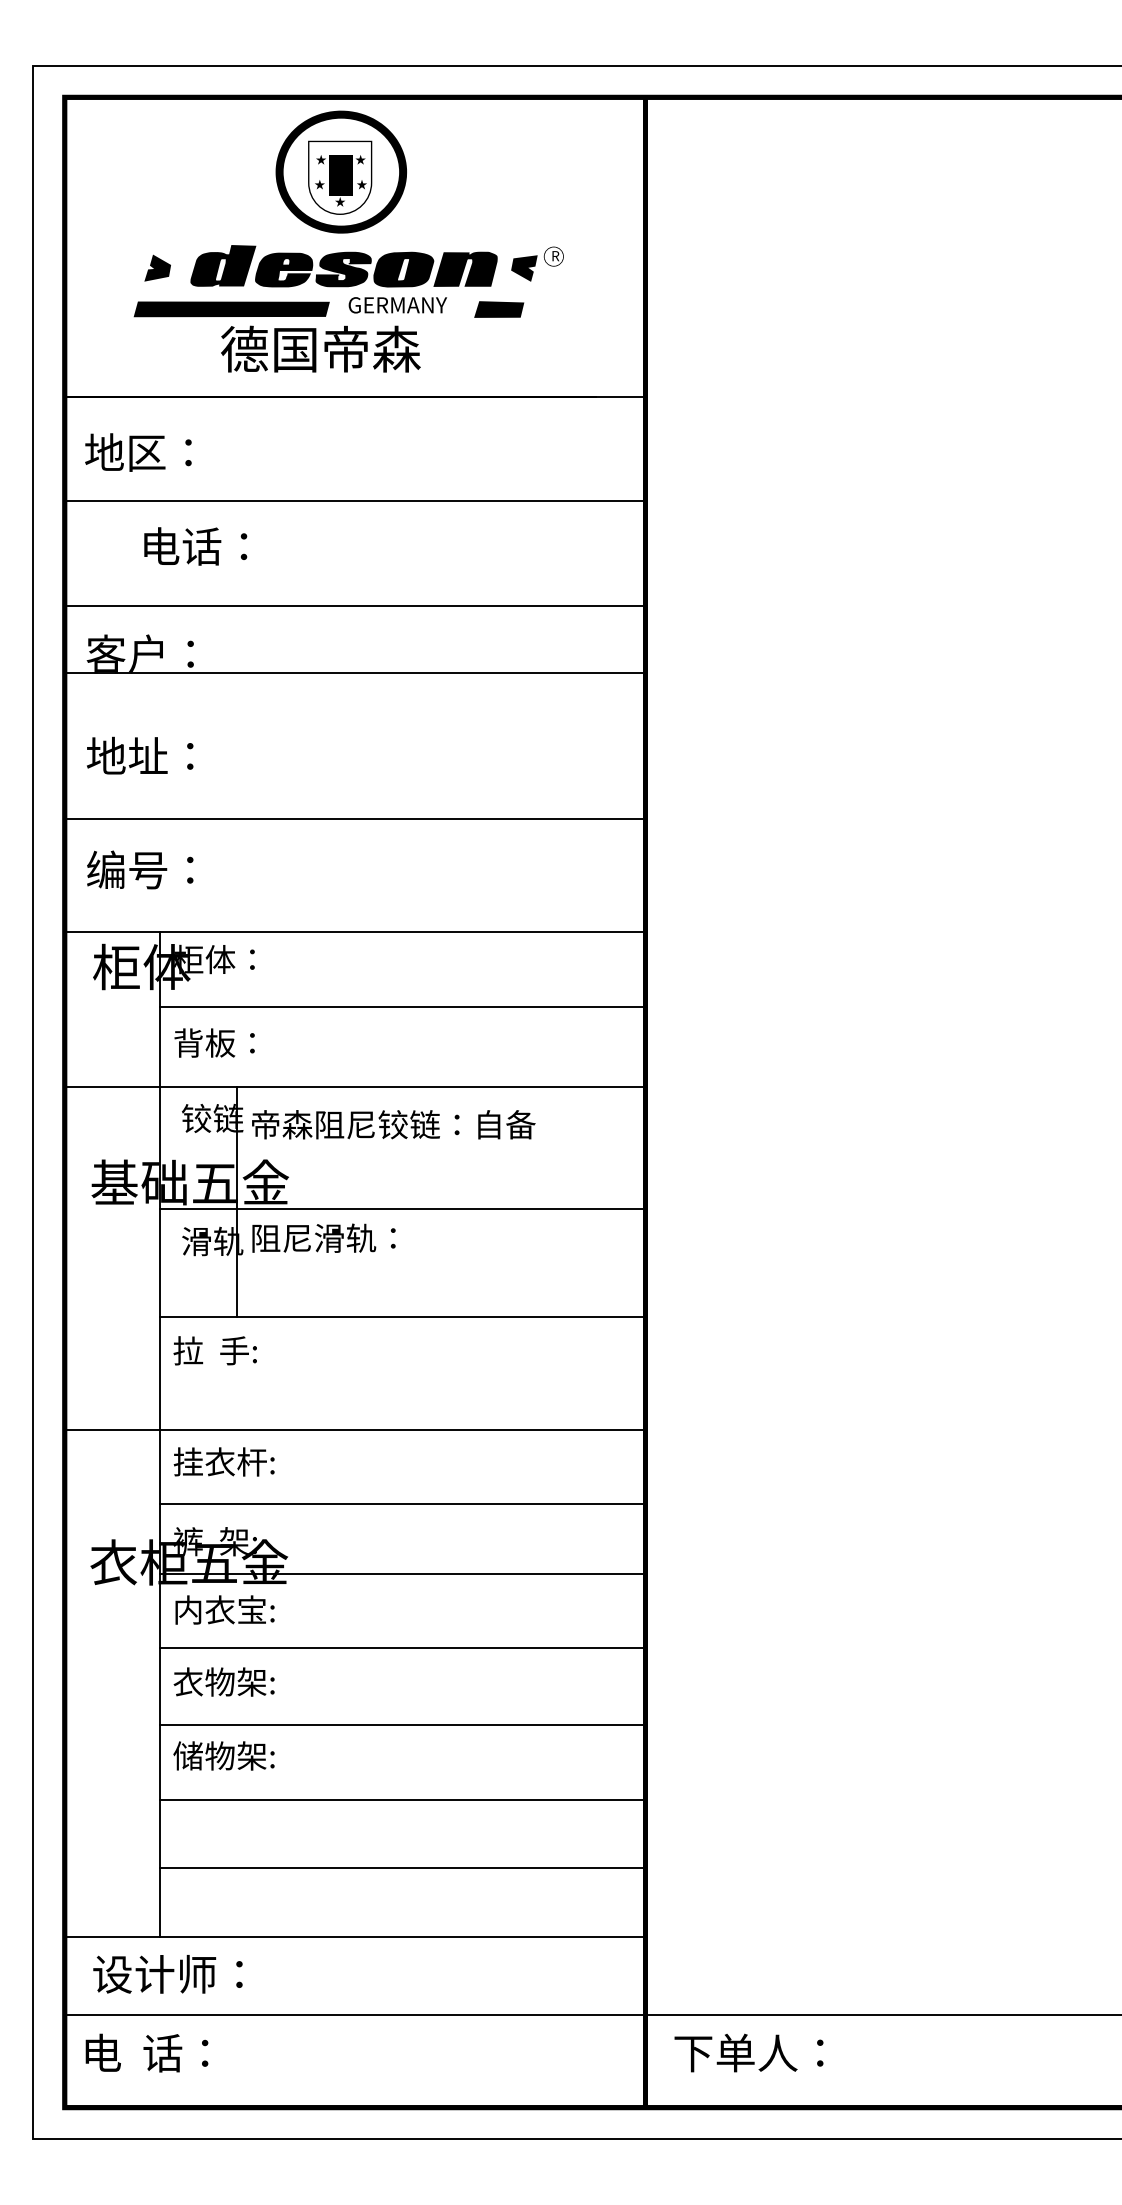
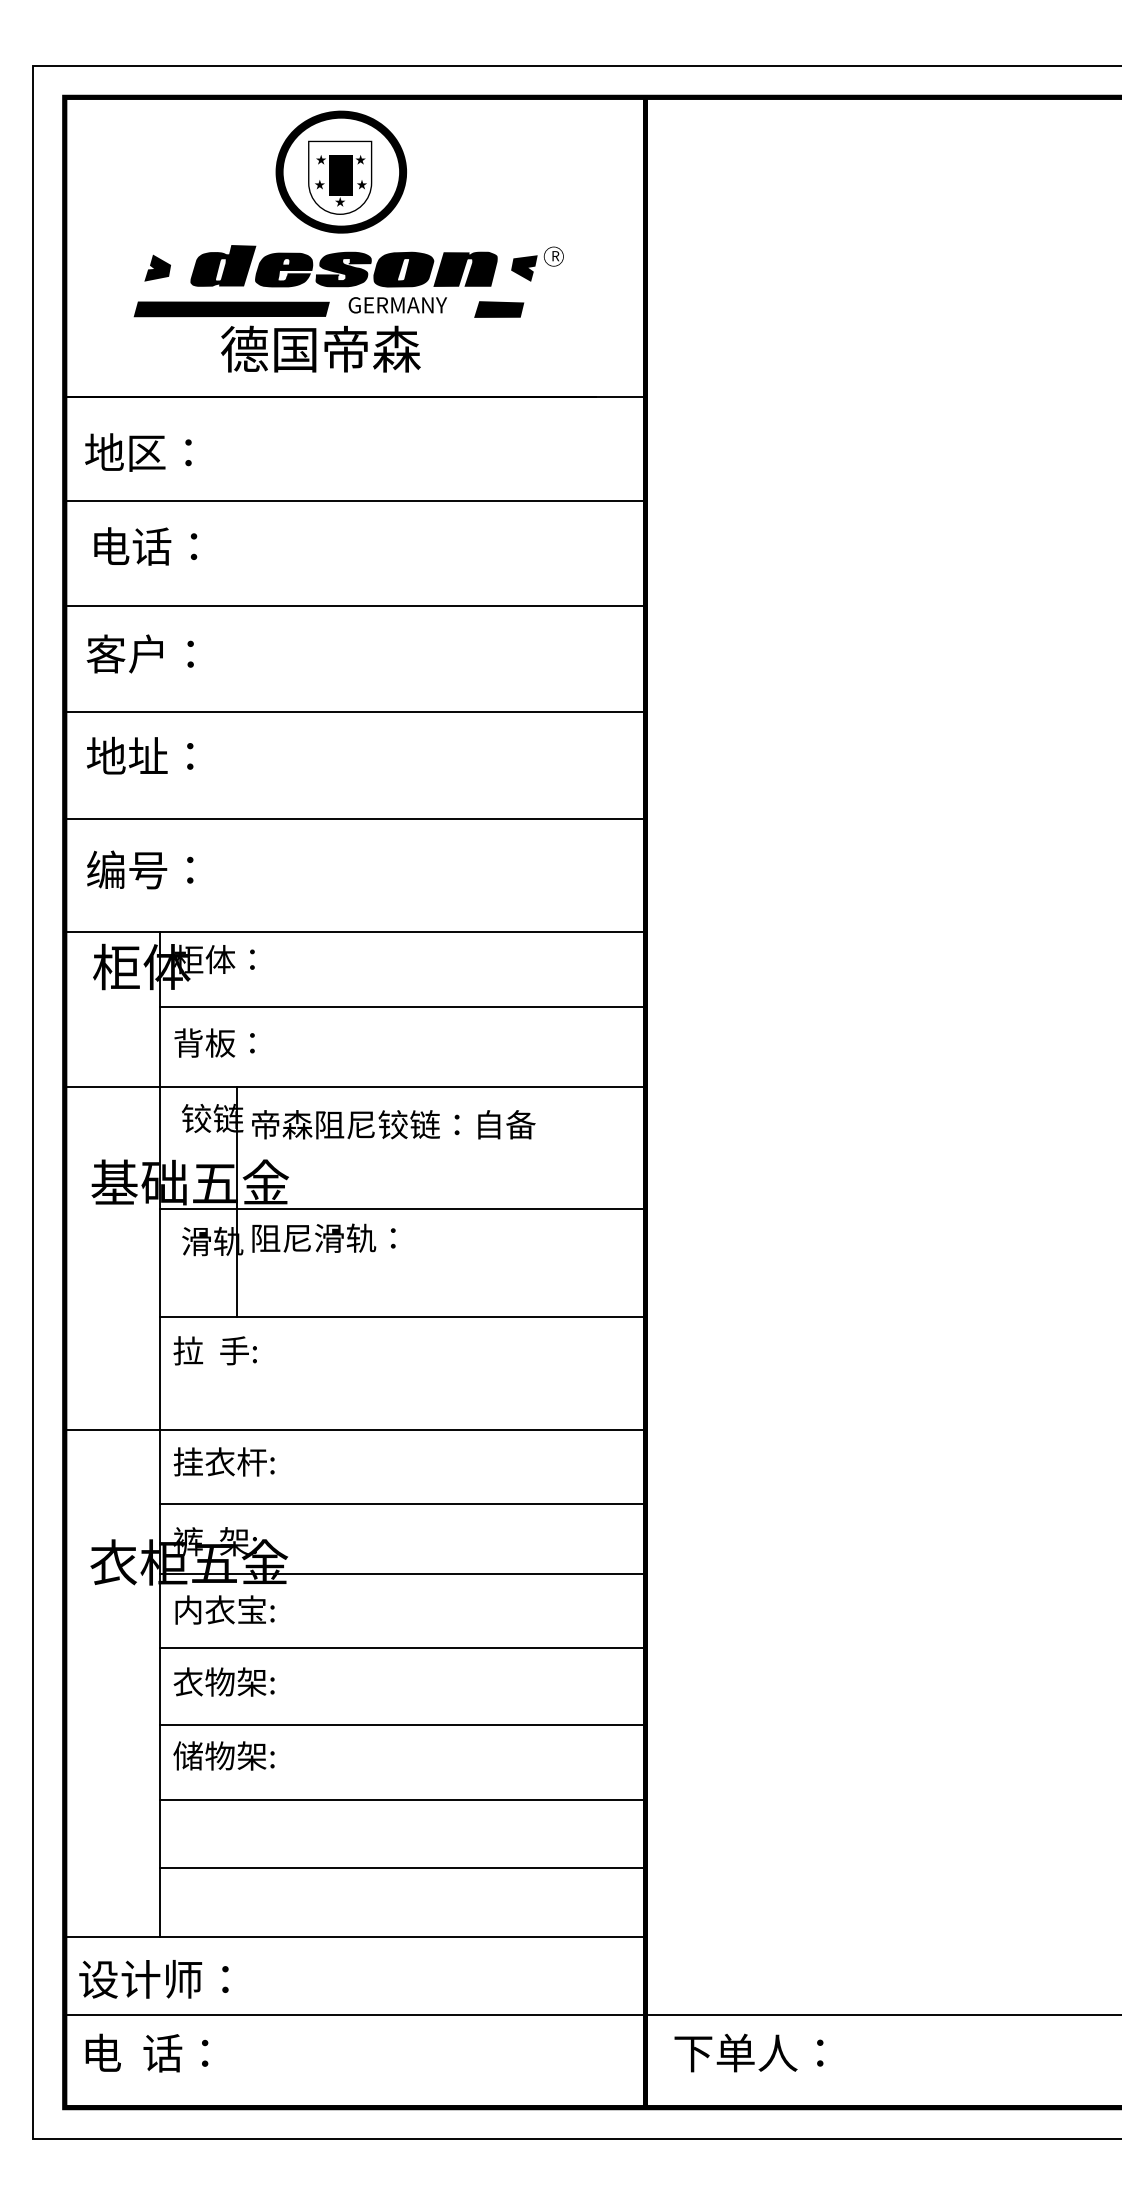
text at (195, 546) position: (195, 546) -> (145, 546)
line at (354, 673) position: (354, 673) -> (354, 712)
text at (167, 1974) position: (167, 1974) -> (153, 1979)
